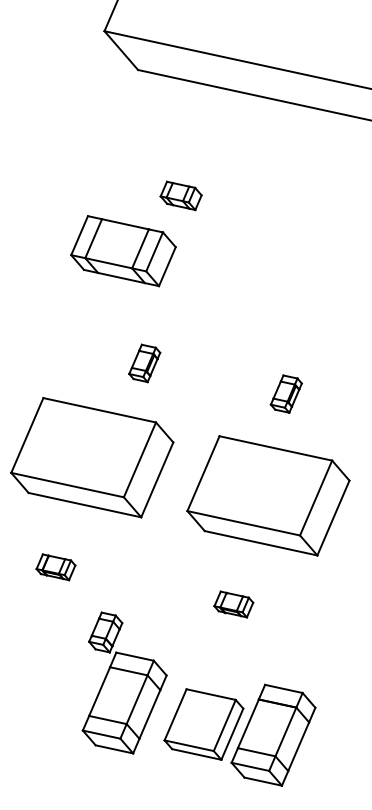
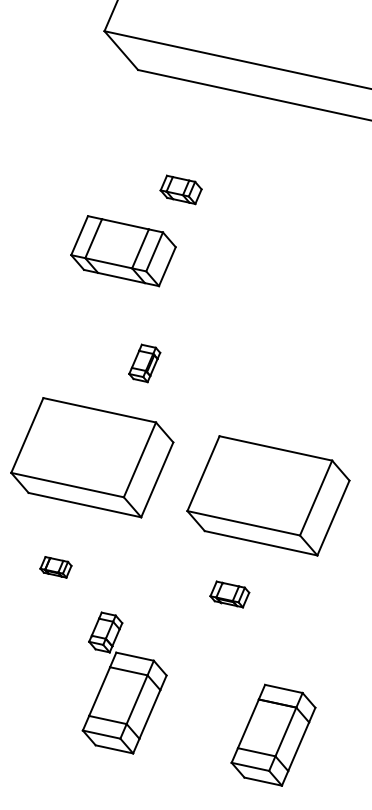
part at (180, 195) position: (180, 195) -> (180, 189)
part at (285, 393): present -> none
part at (55, 567) size: 42x29 px -> 34x23 px
part at (233, 604) position: (233, 604) -> (229, 594)
part at (203, 724): present -> none
